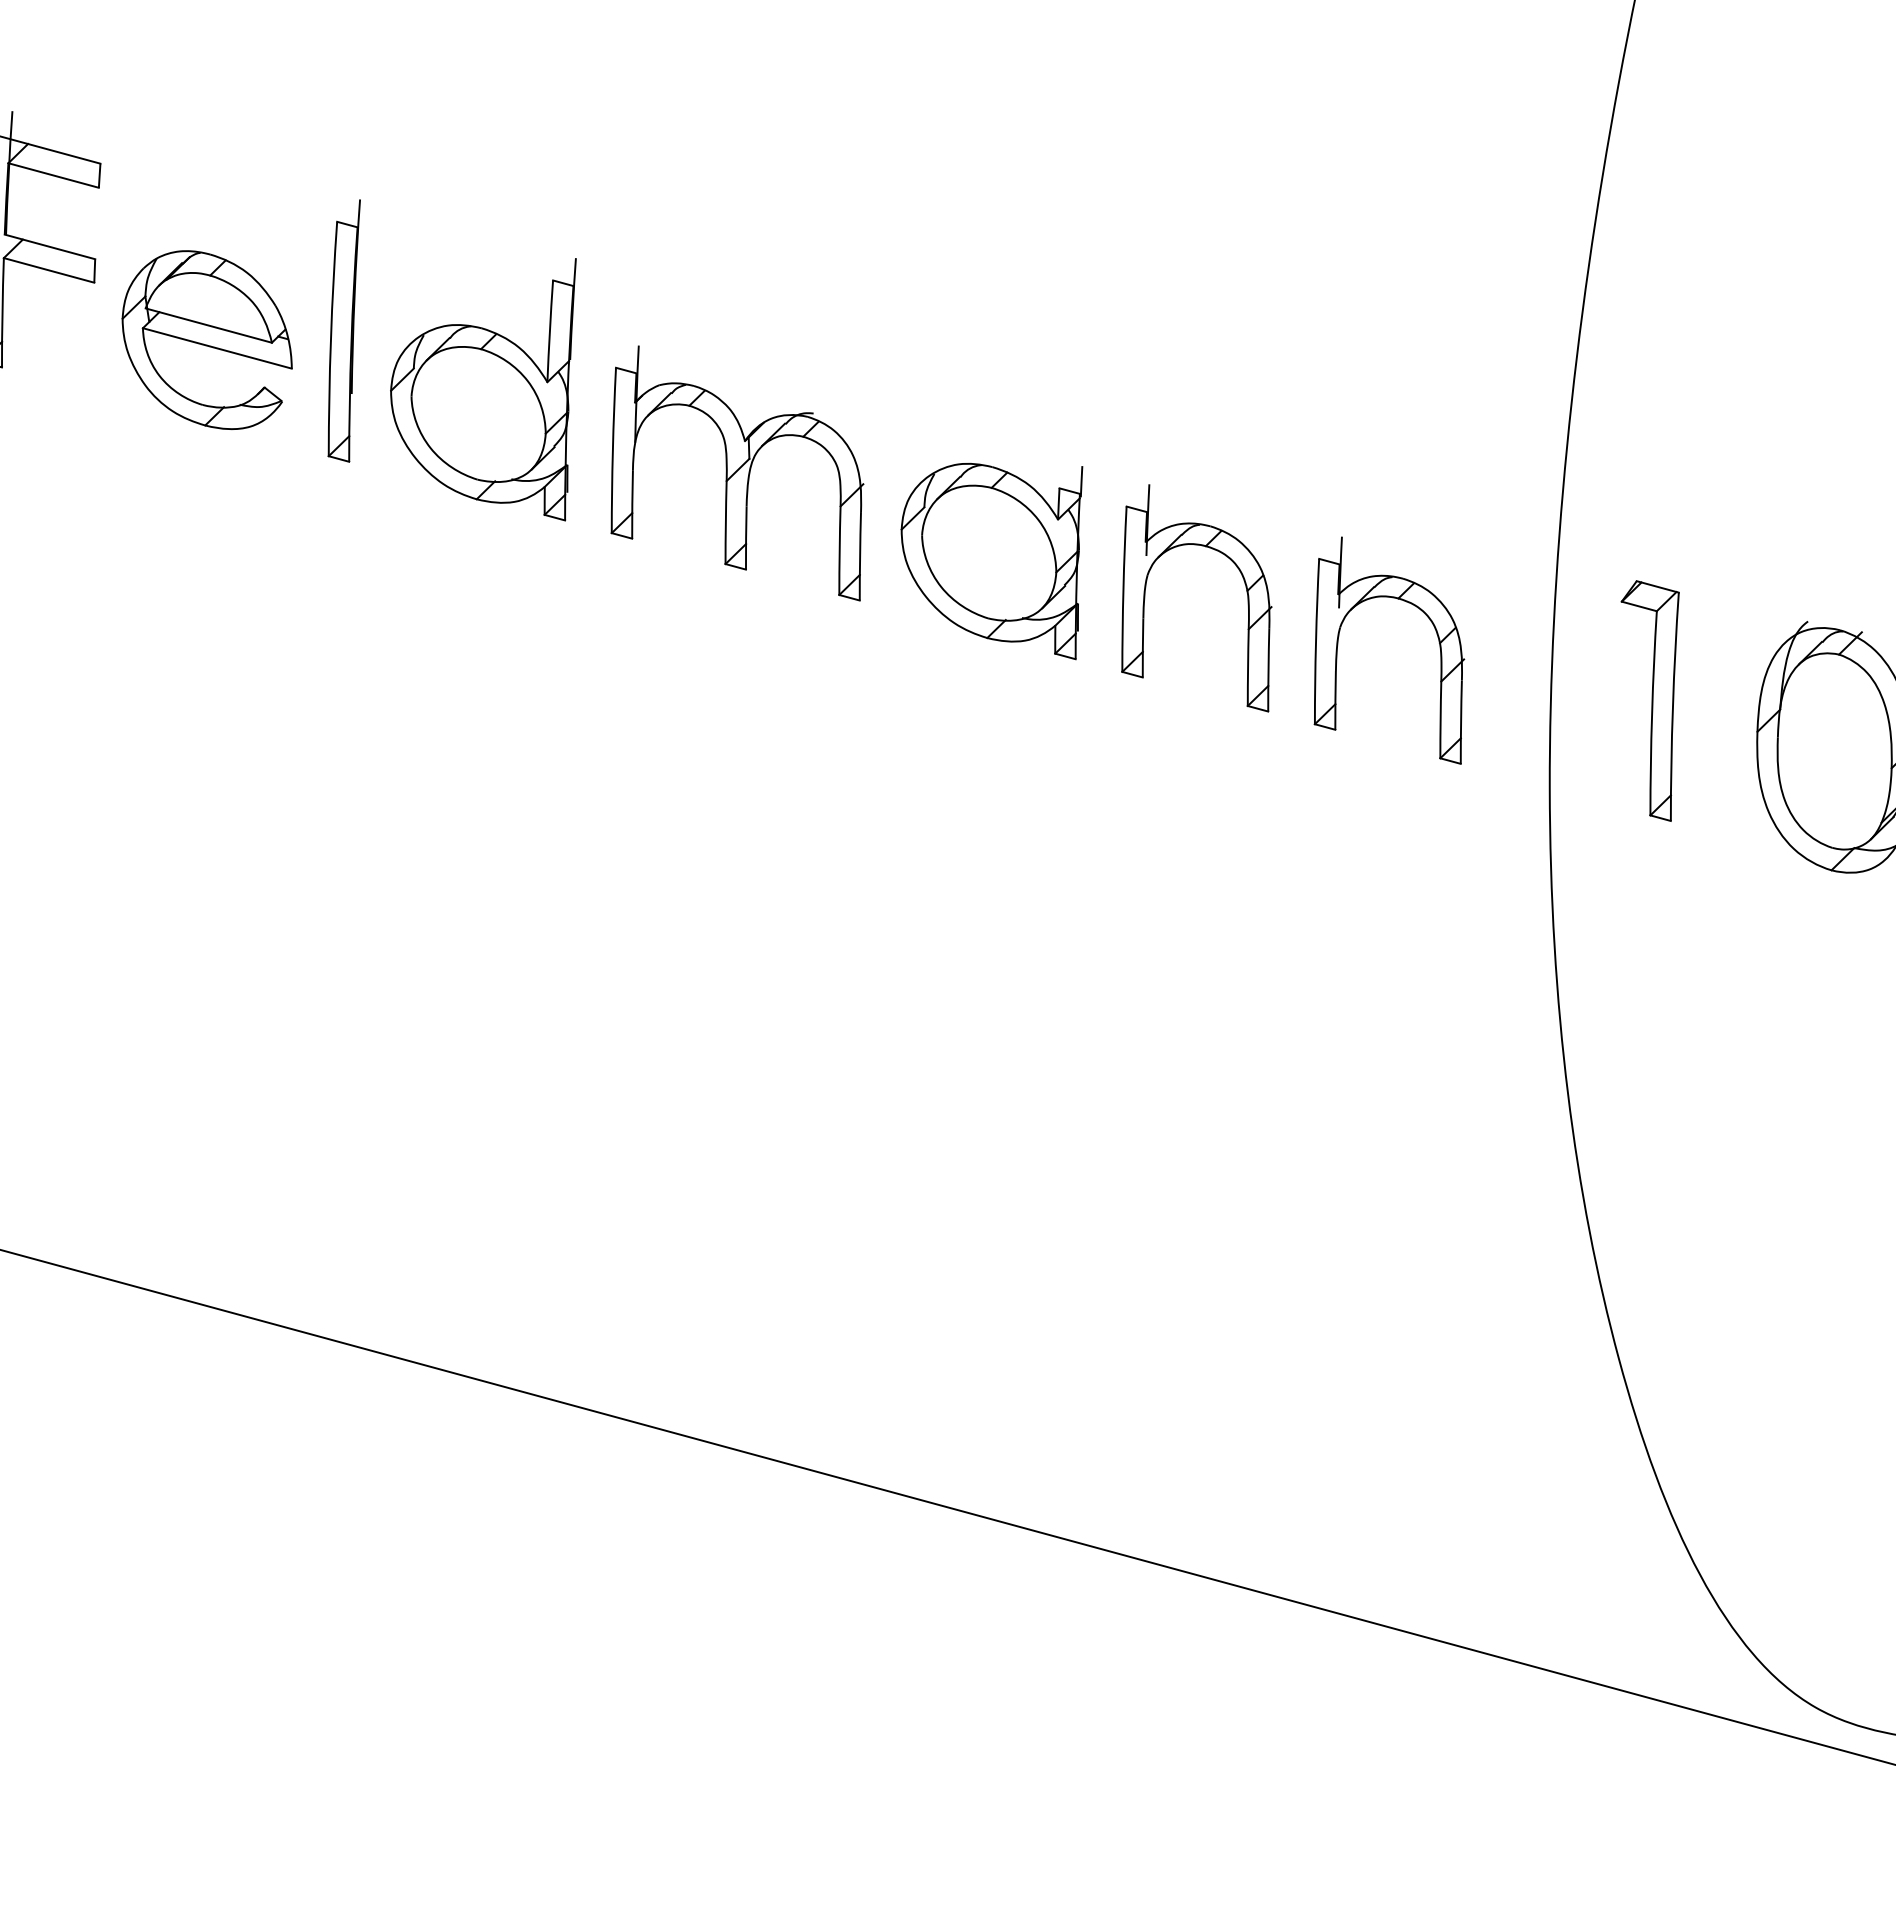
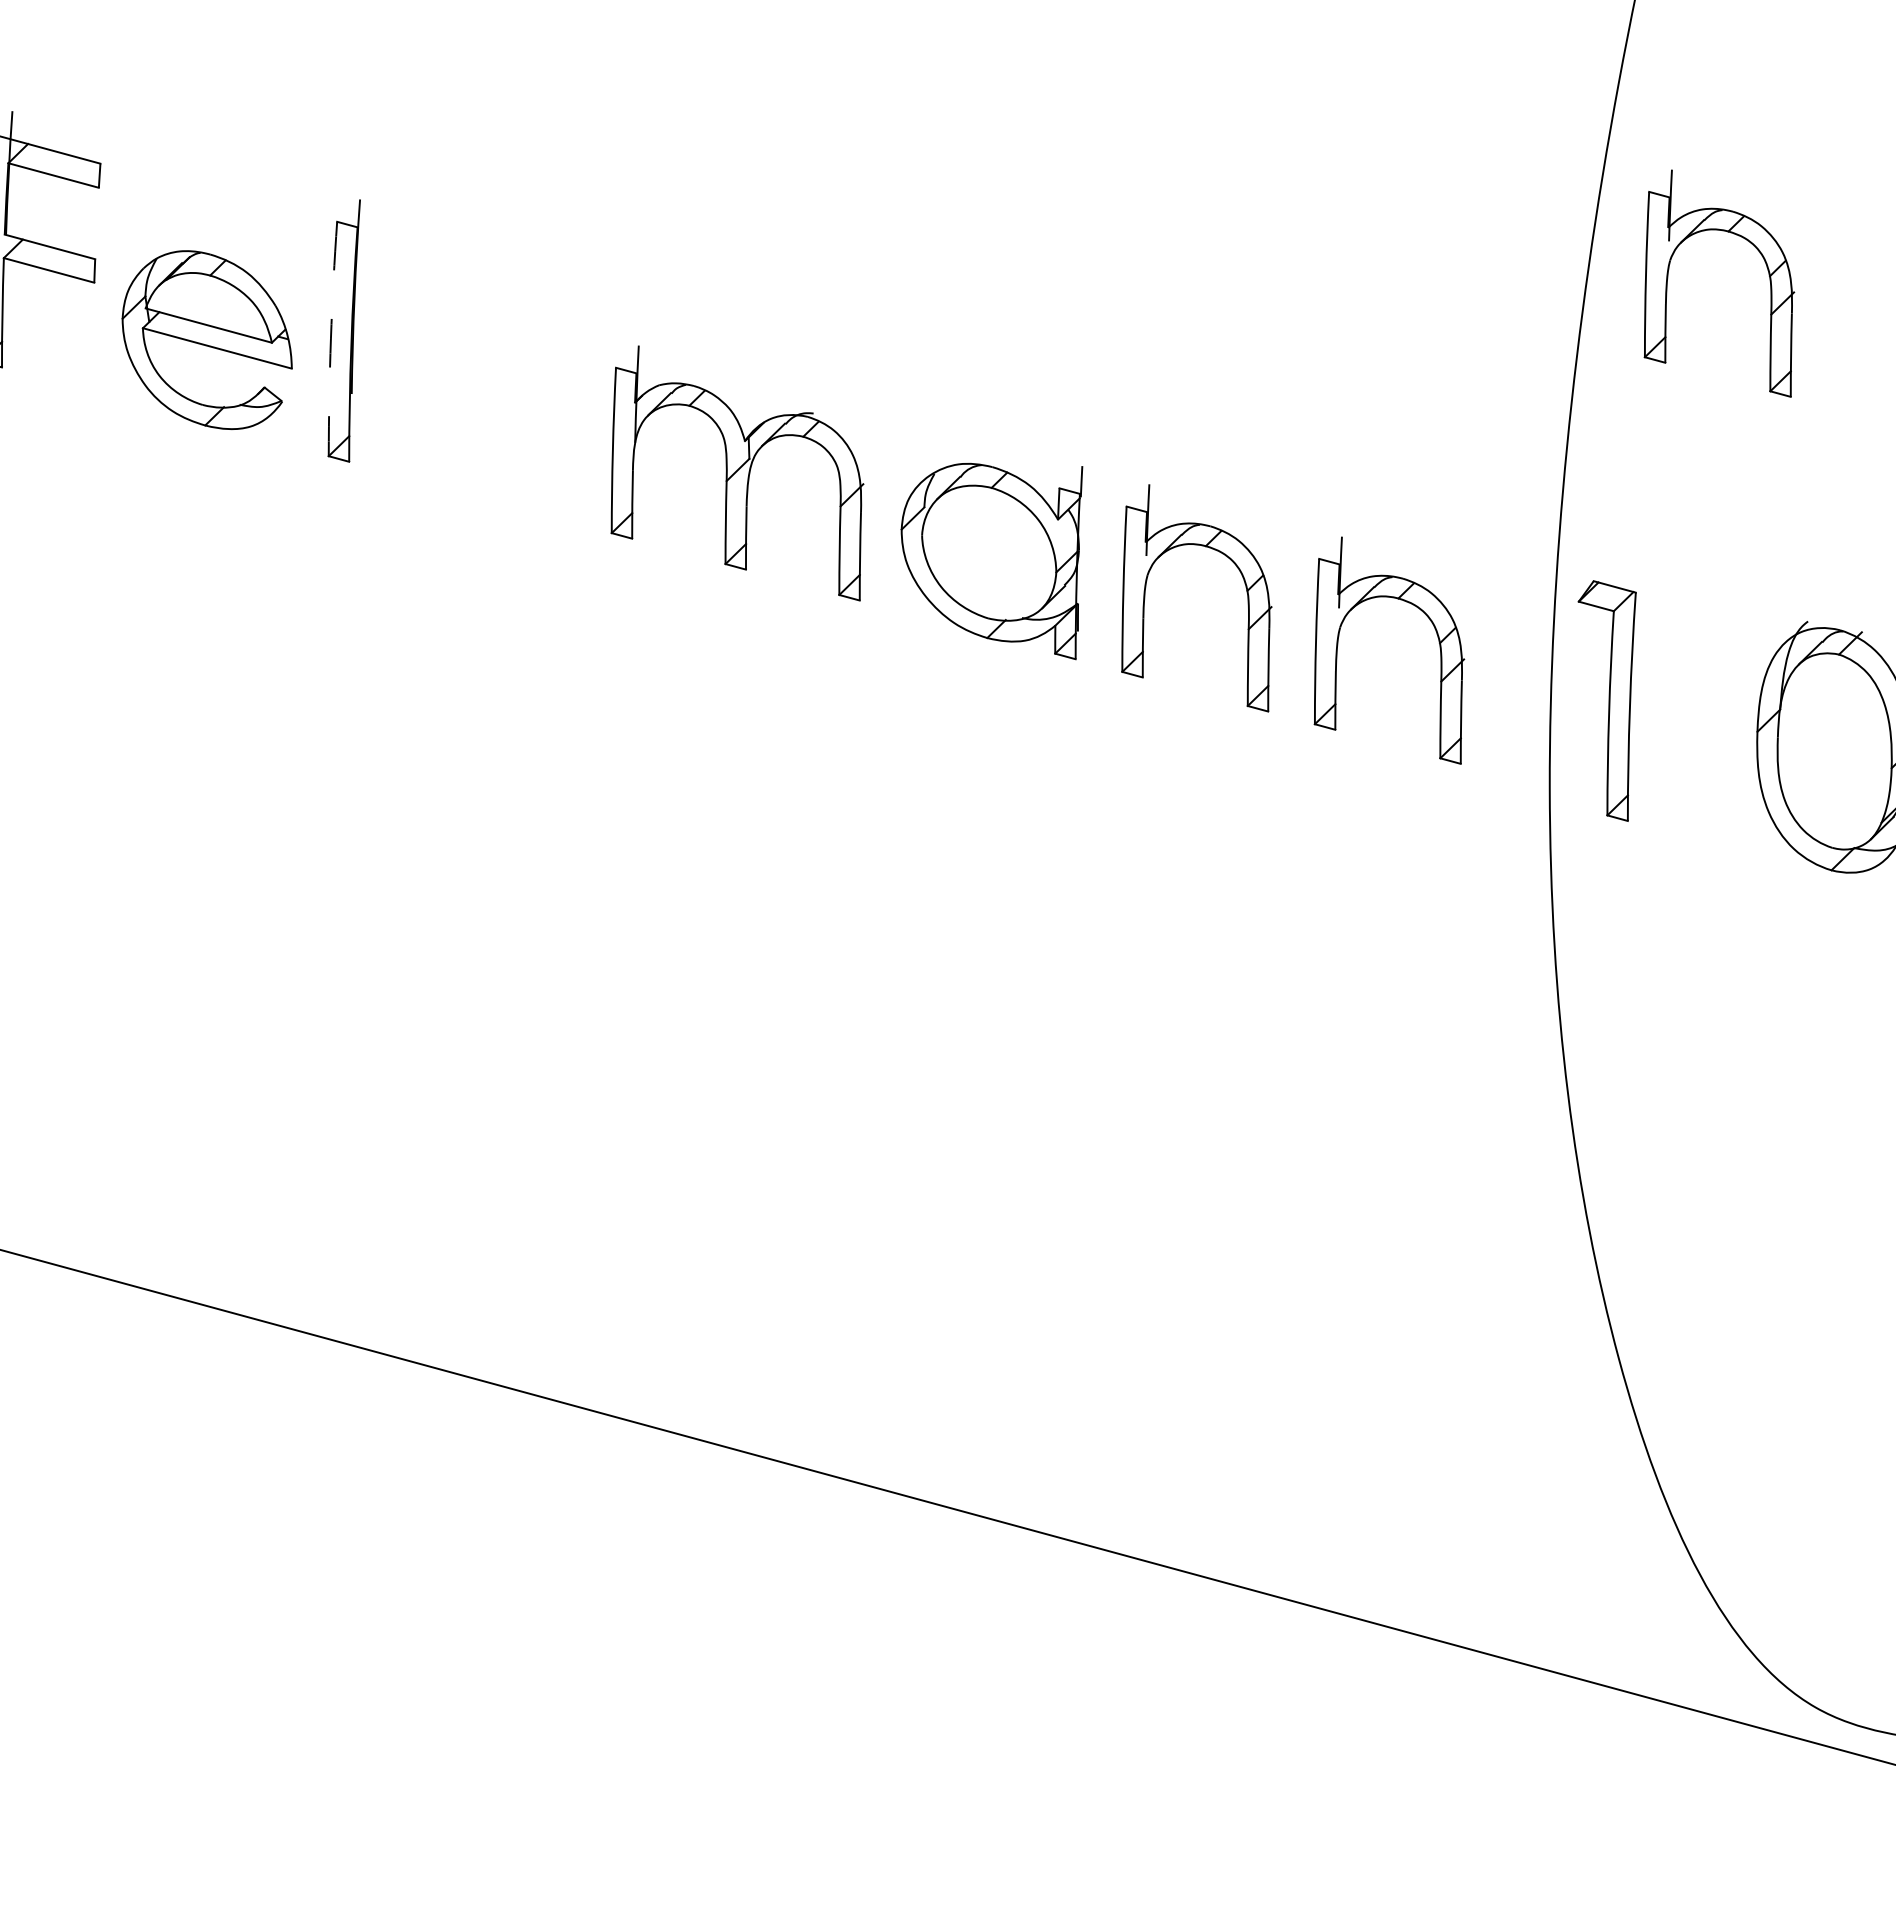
part at (1766, 267): none -> present
arc at (330, 338): solid -> dashed
part at (483, 389): present -> none
part at (1649, 700) position: (1649, 700) -> (1606, 700)
